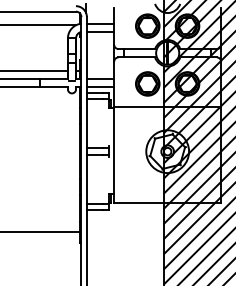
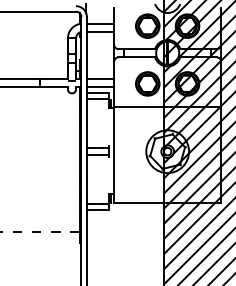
line at (39, 25): present -> none
line at (34, 71): present -> none
line at (39, 231): solid -> dashed
